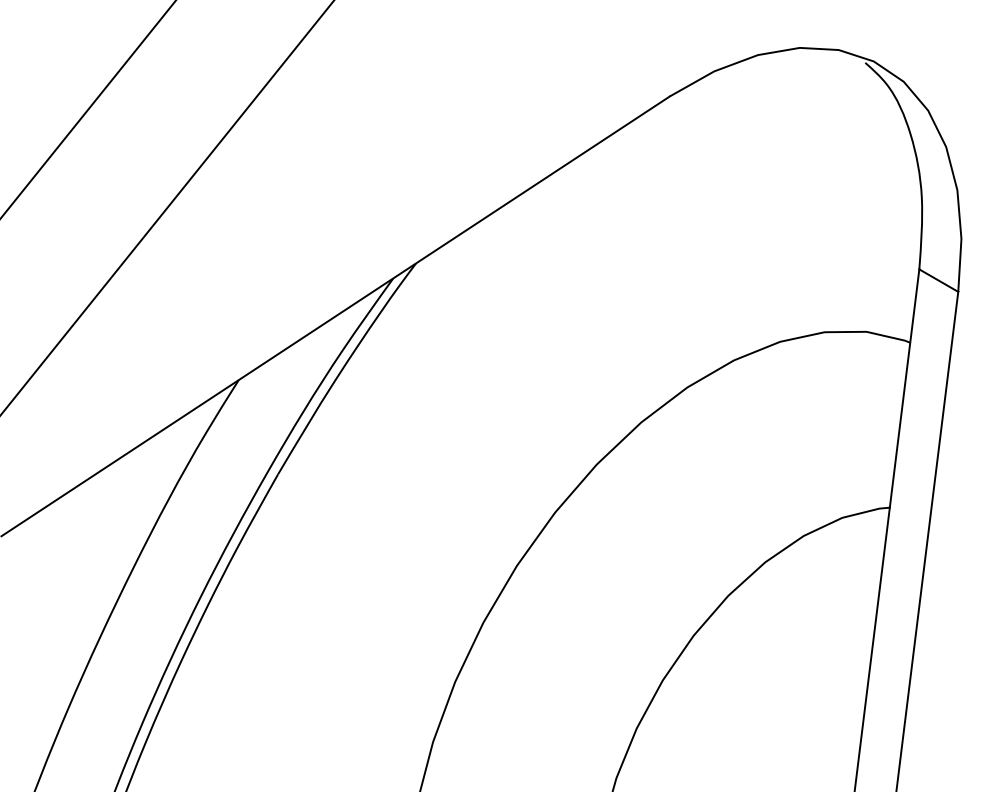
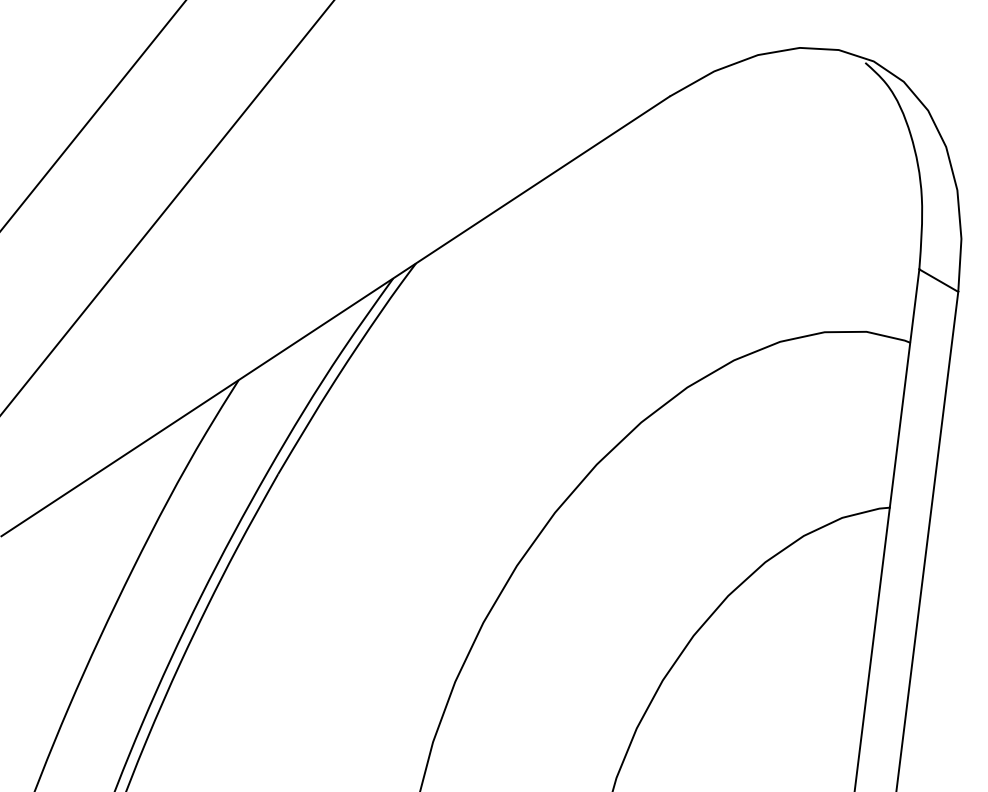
line at (88, 109) position: (88, 109) -> (93, 115)
